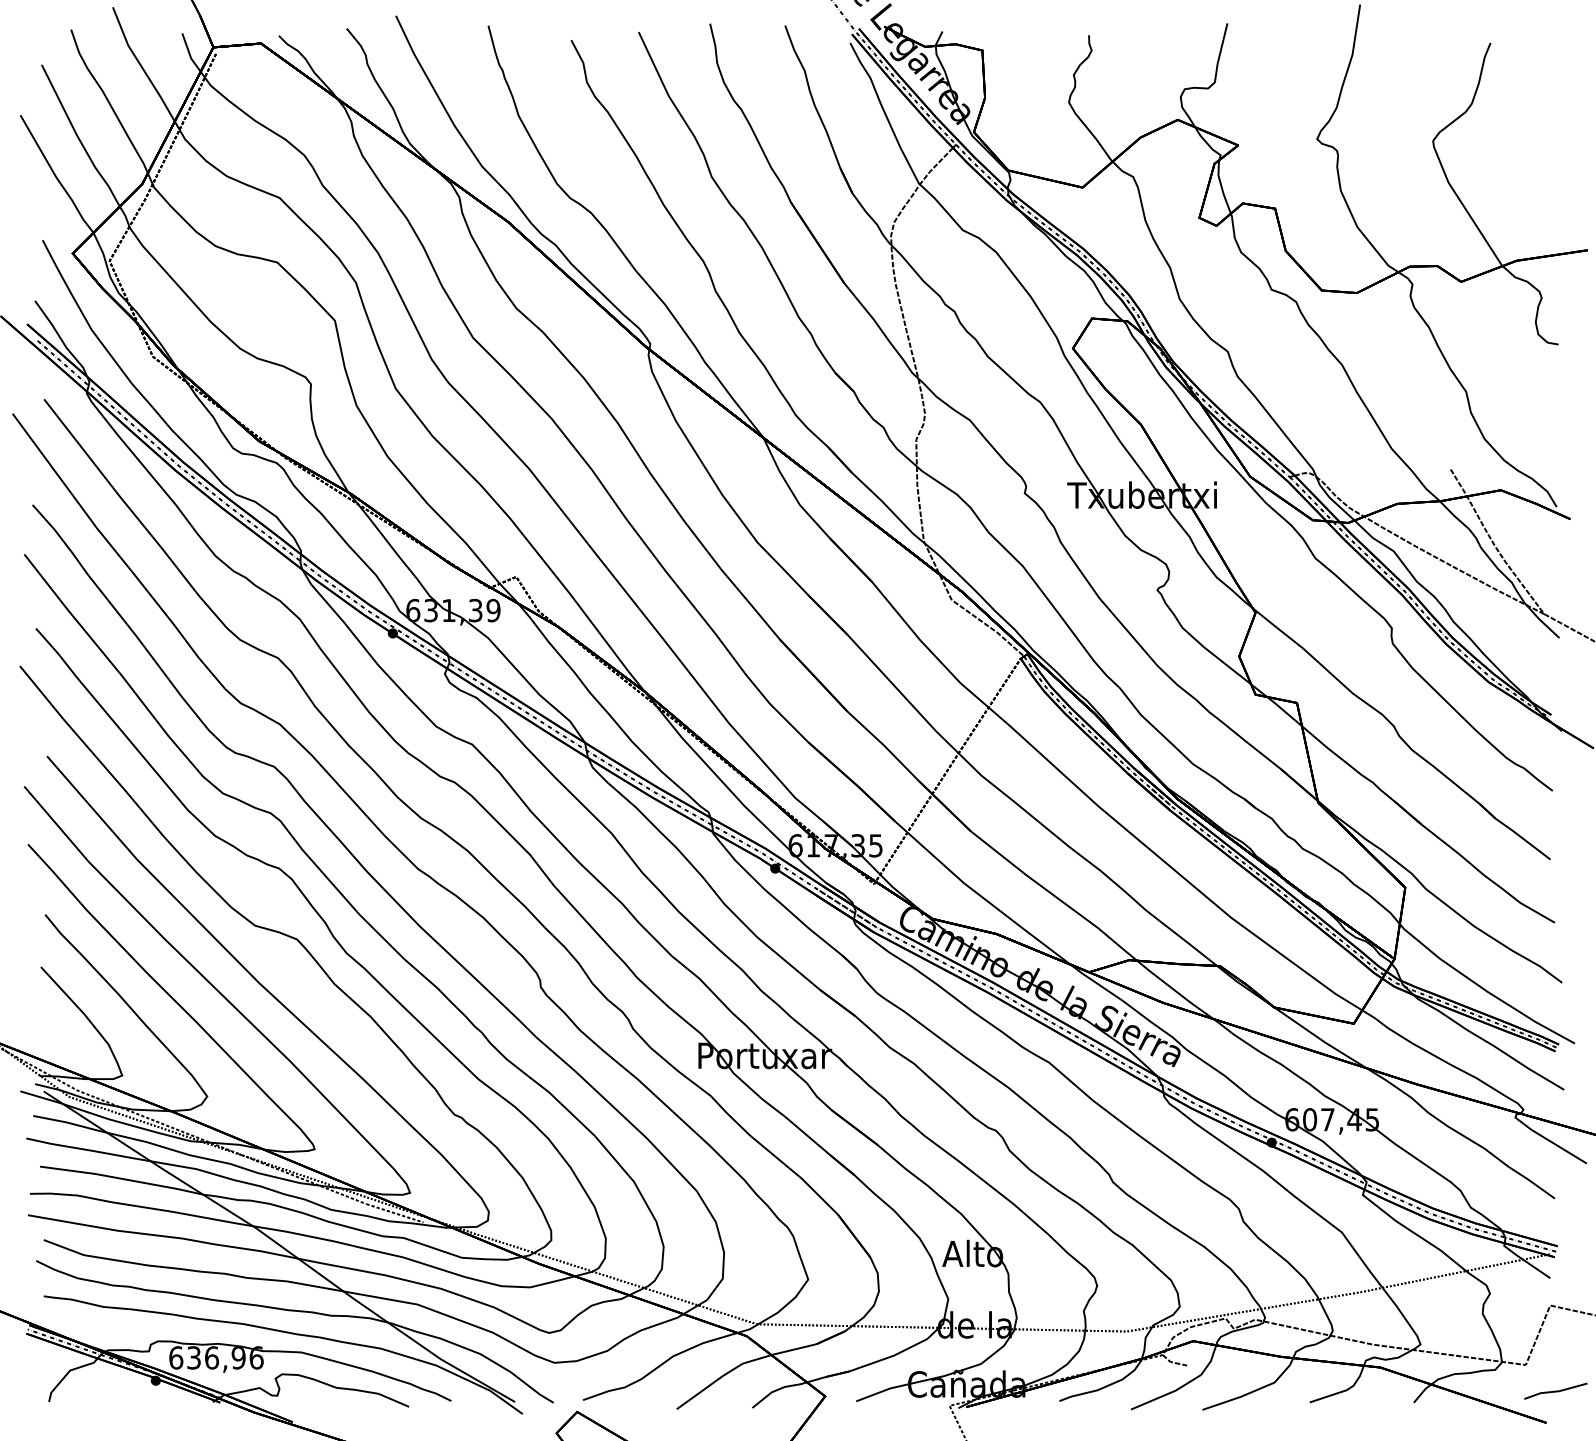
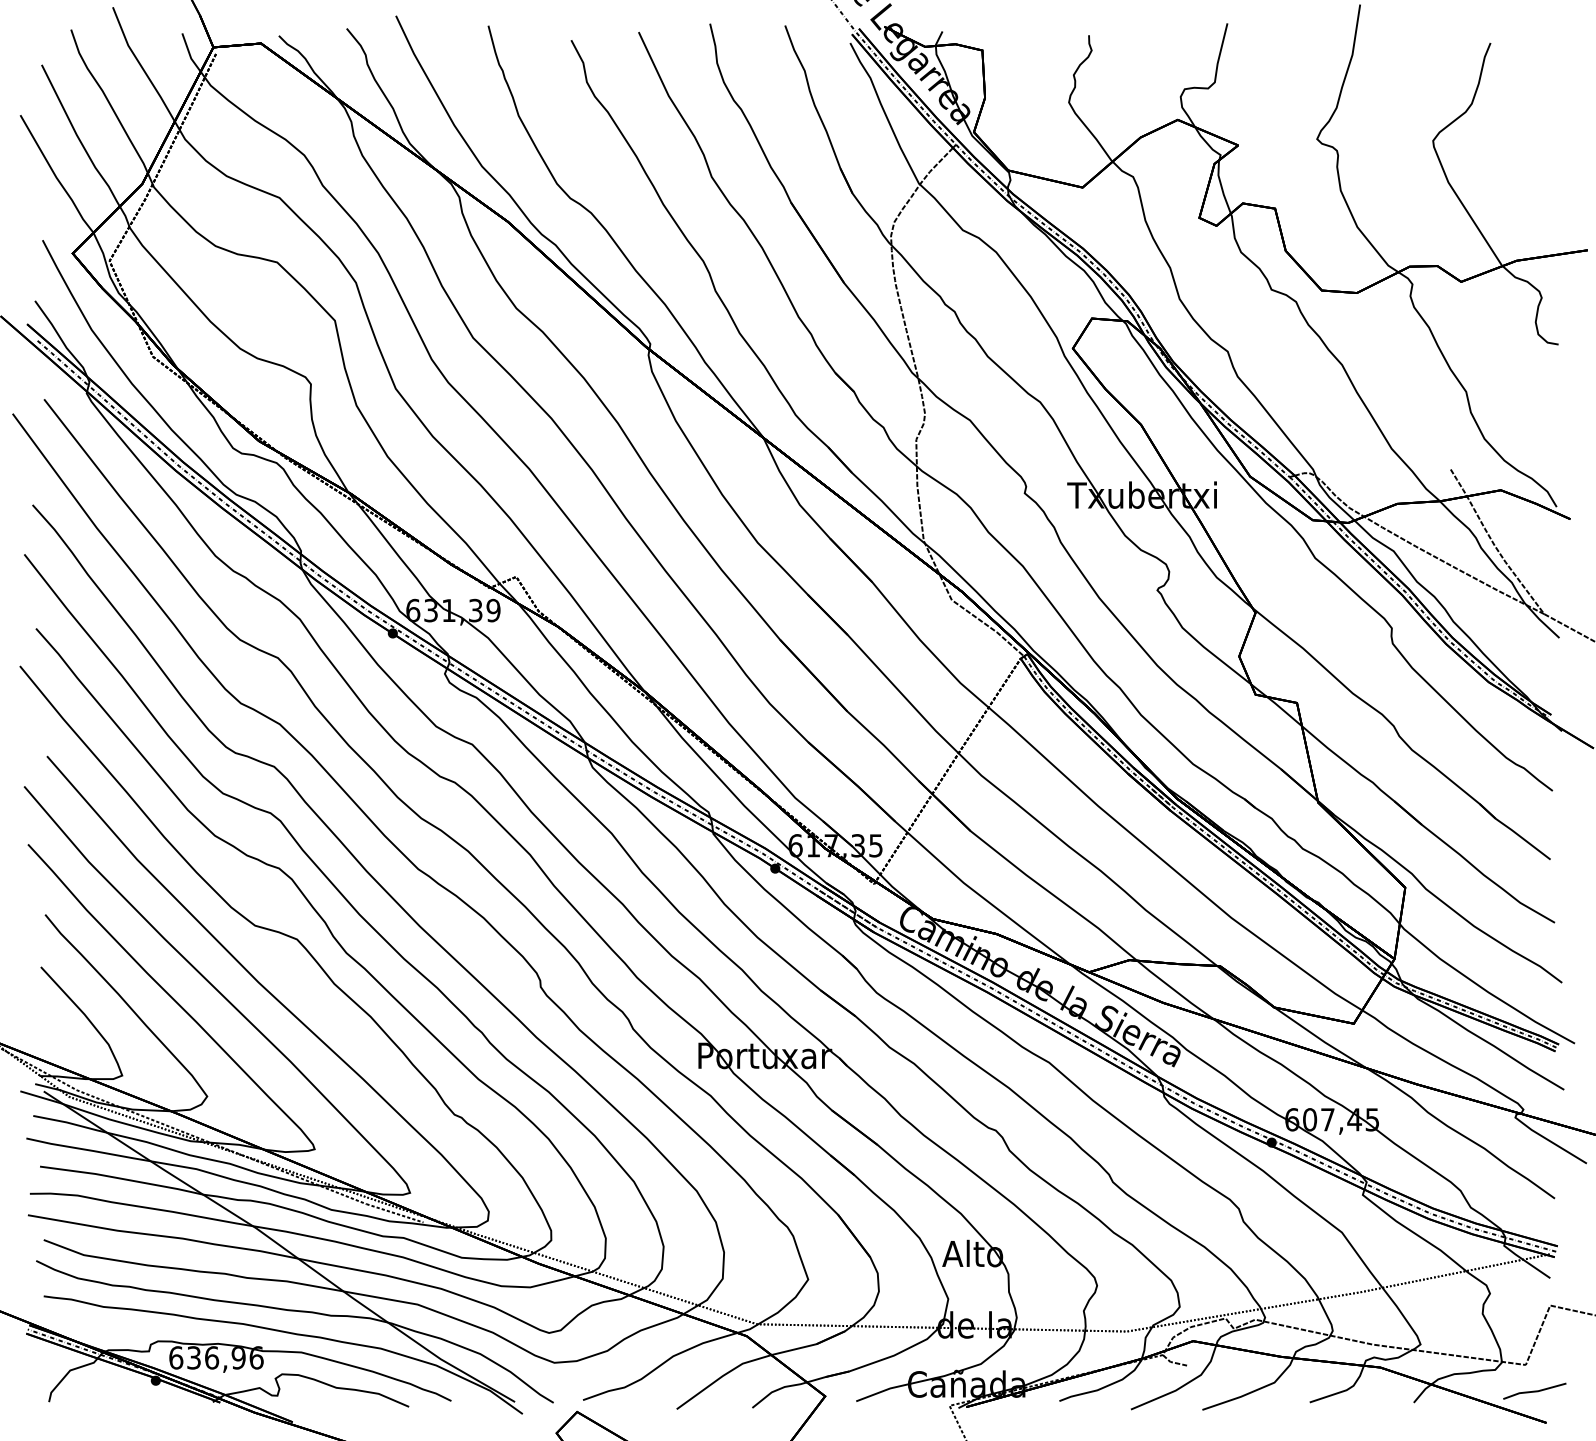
line at (1555, 1390) position: (1555, 1390) -> (1534, 1390)
